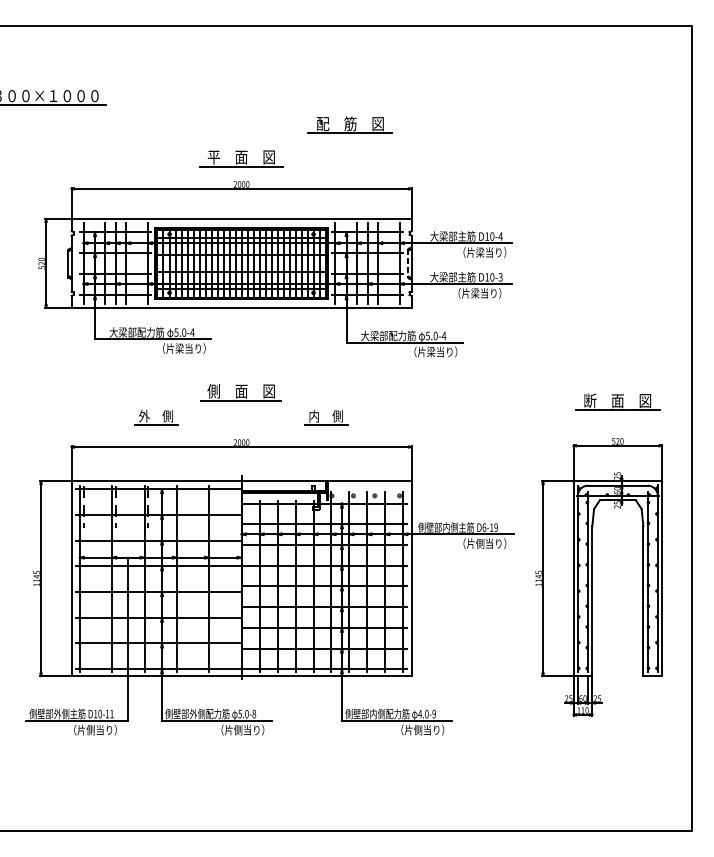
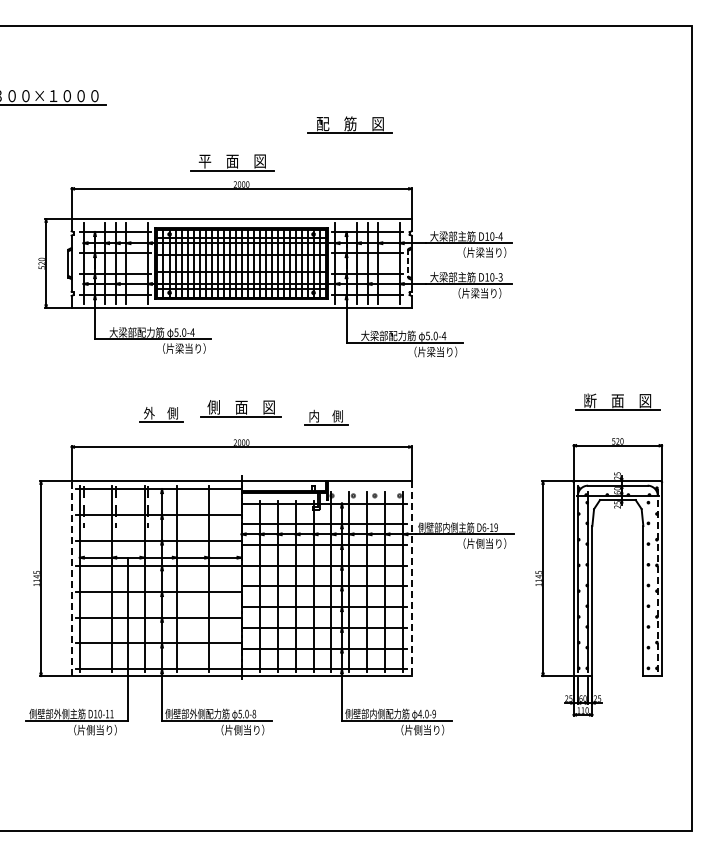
part at (241, 158) position: (241, 158) -> (232, 162)
part at (240, 392) position: (240, 392) -> (240, 408)
part at (162, 416) position: (162, 416) -> (167, 413)
line at (657, 577): solid -> dashed
line at (71, 578): solid -> dashed
line at (411, 579): solid -> dashed
line at (647, 581): present -> none
